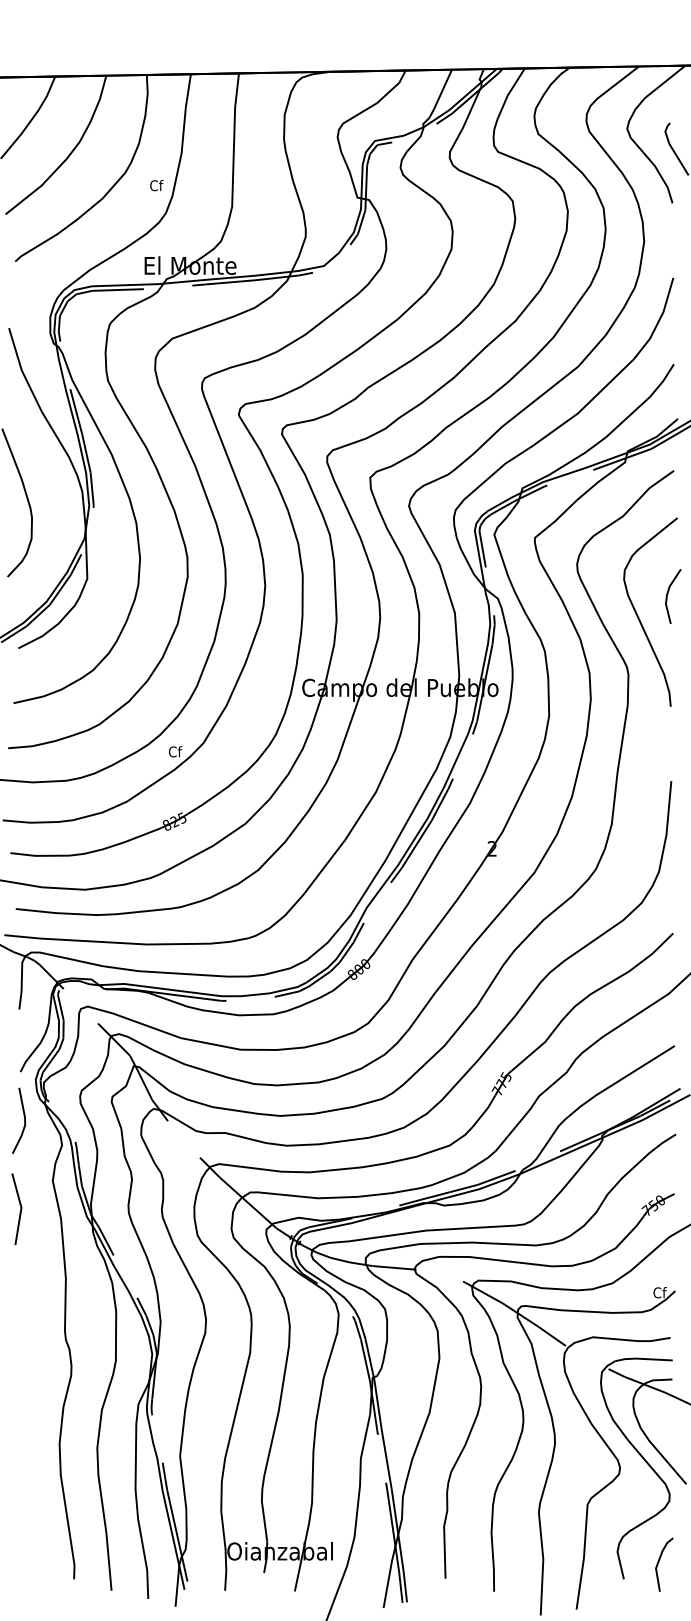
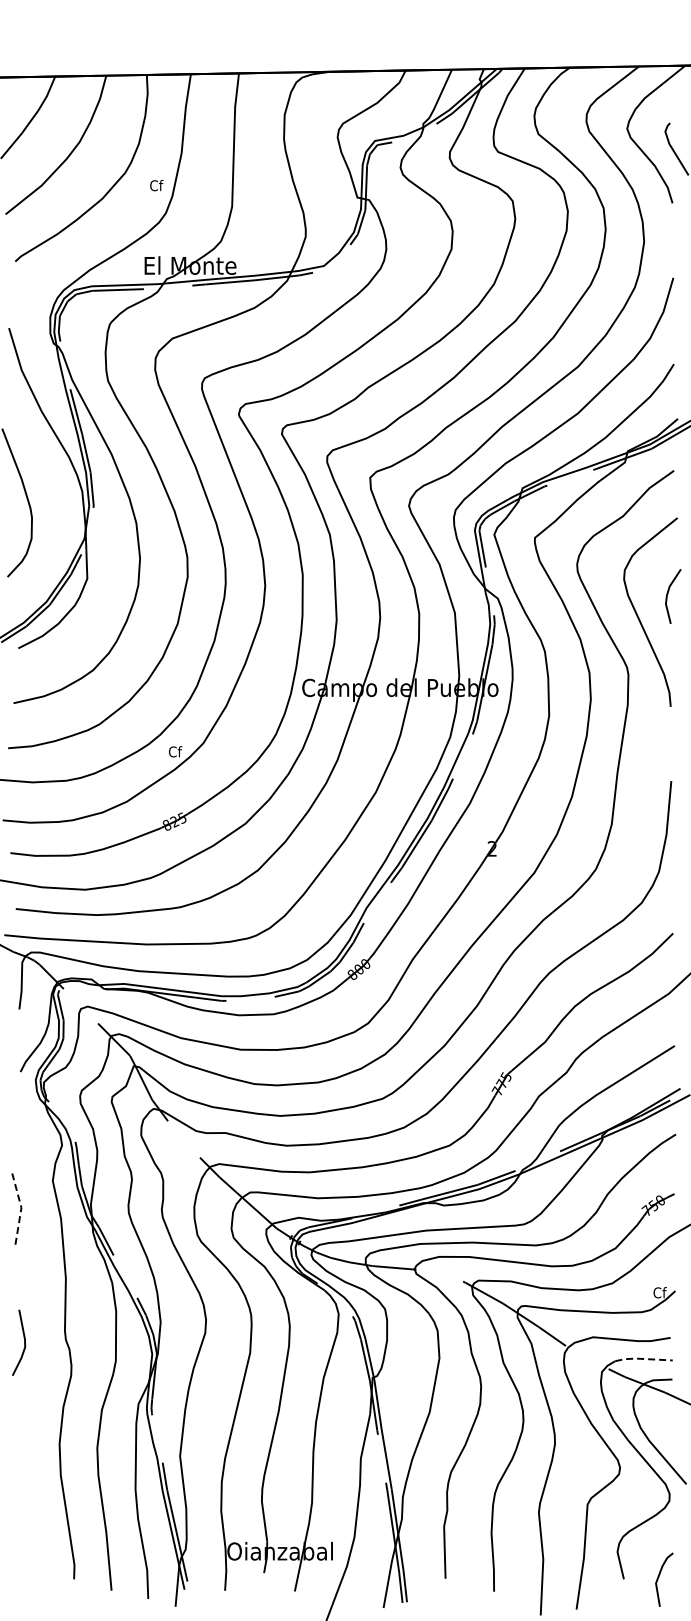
line at (24, 1120) position: (24, 1120) -> (24, 1342)
line at (21, 1208): solid -> dashed
line at (643, 1358): solid -> dashed
line at (659, 1562) position: (659, 1562) -> (659, 1577)
